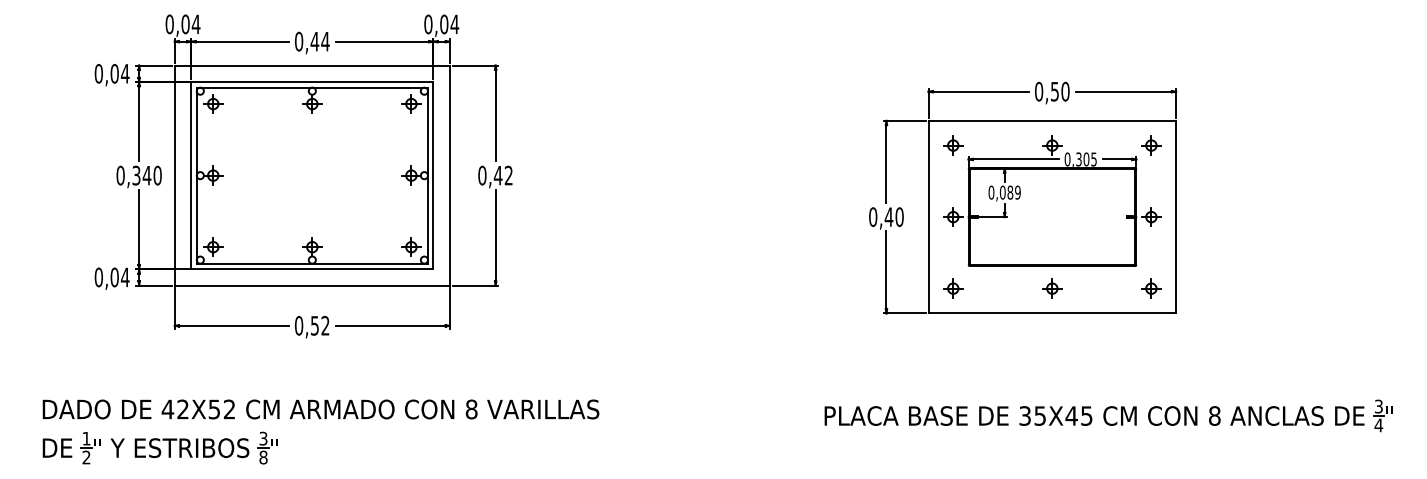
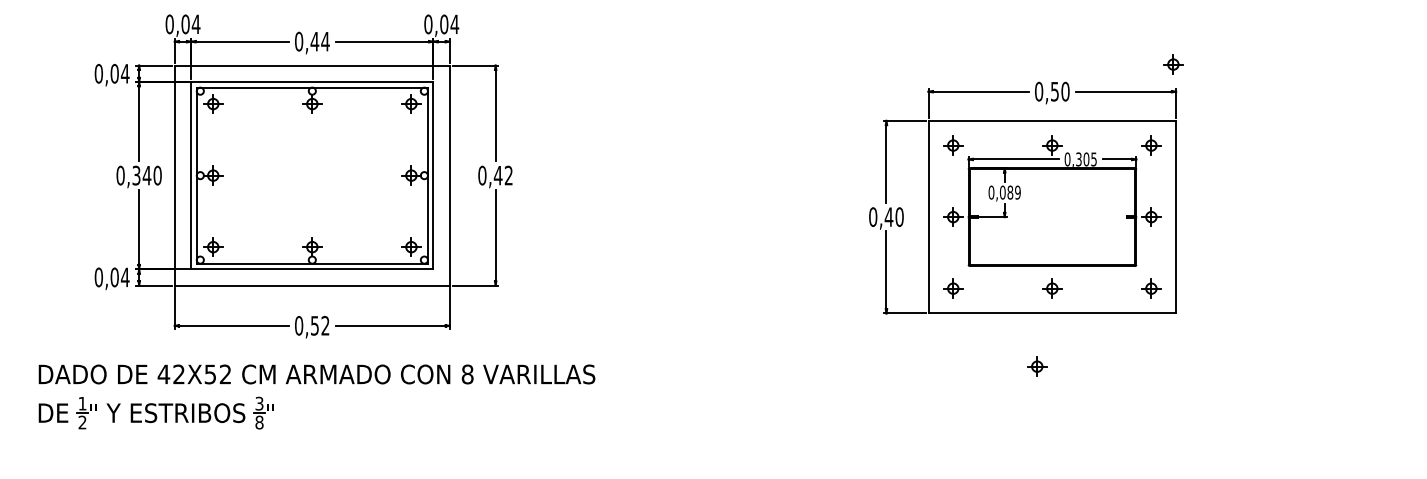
part at (1173, 64): none -> present
part at (1037, 366): none -> present
part at (1108, 415): present -> none
part at (320, 419) position: (320, 419) -> (316, 384)
